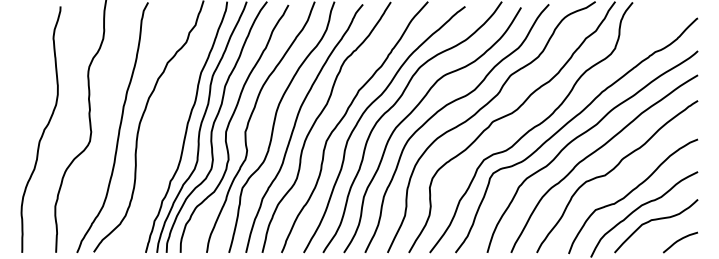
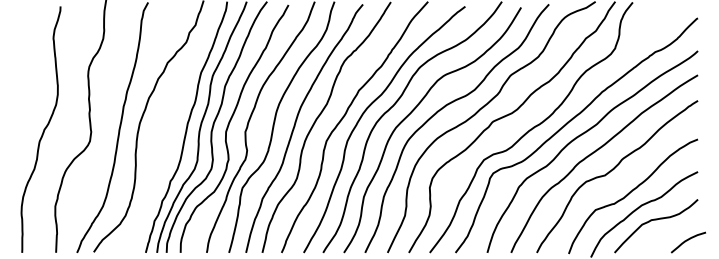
curve at (679, 241) position: (679, 241) -> (687, 241)
